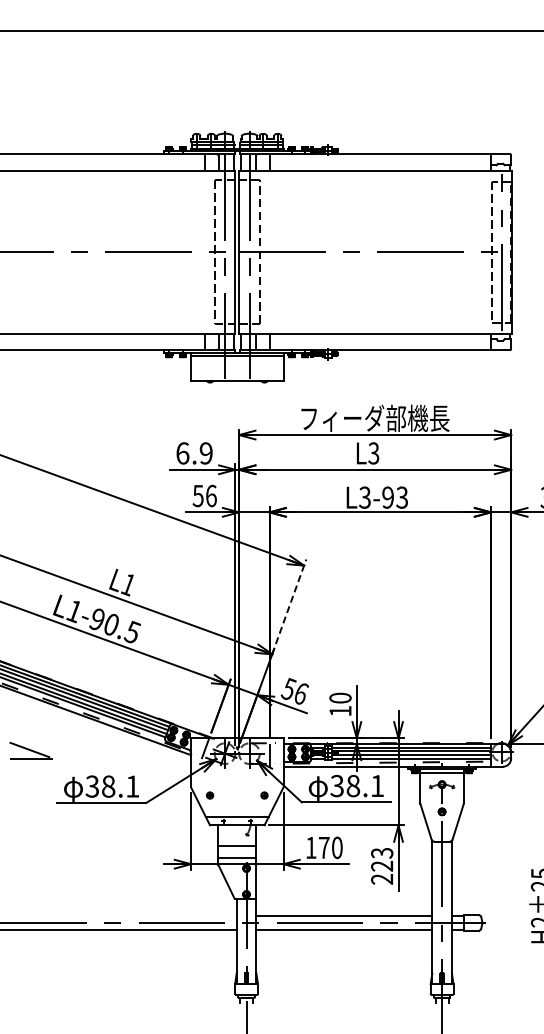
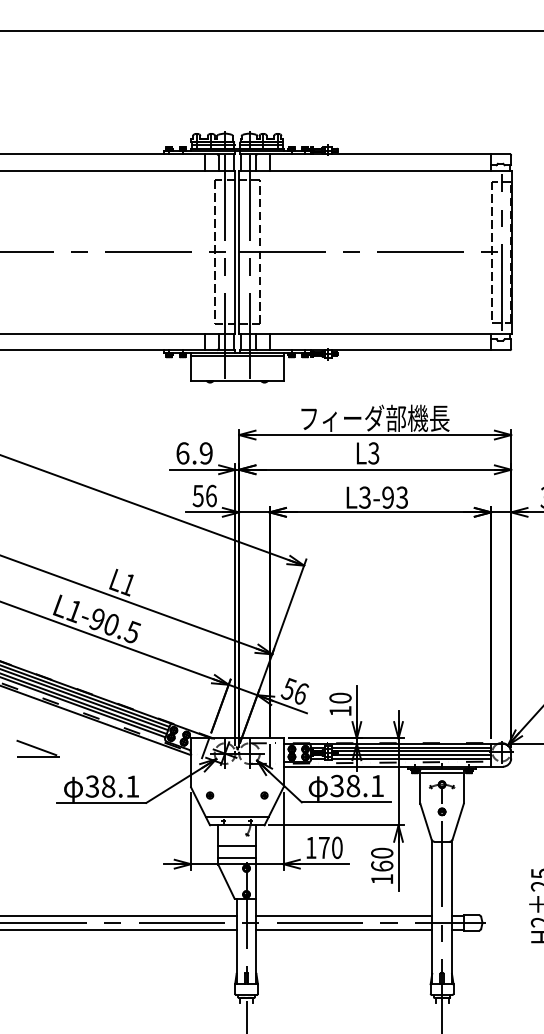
line at (289, 606): dashed -> solid
part at (30, 750) position: (30, 750) -> (37, 748)
text at (382, 865): 223 -> 160
line at (119, 916): none -> present
